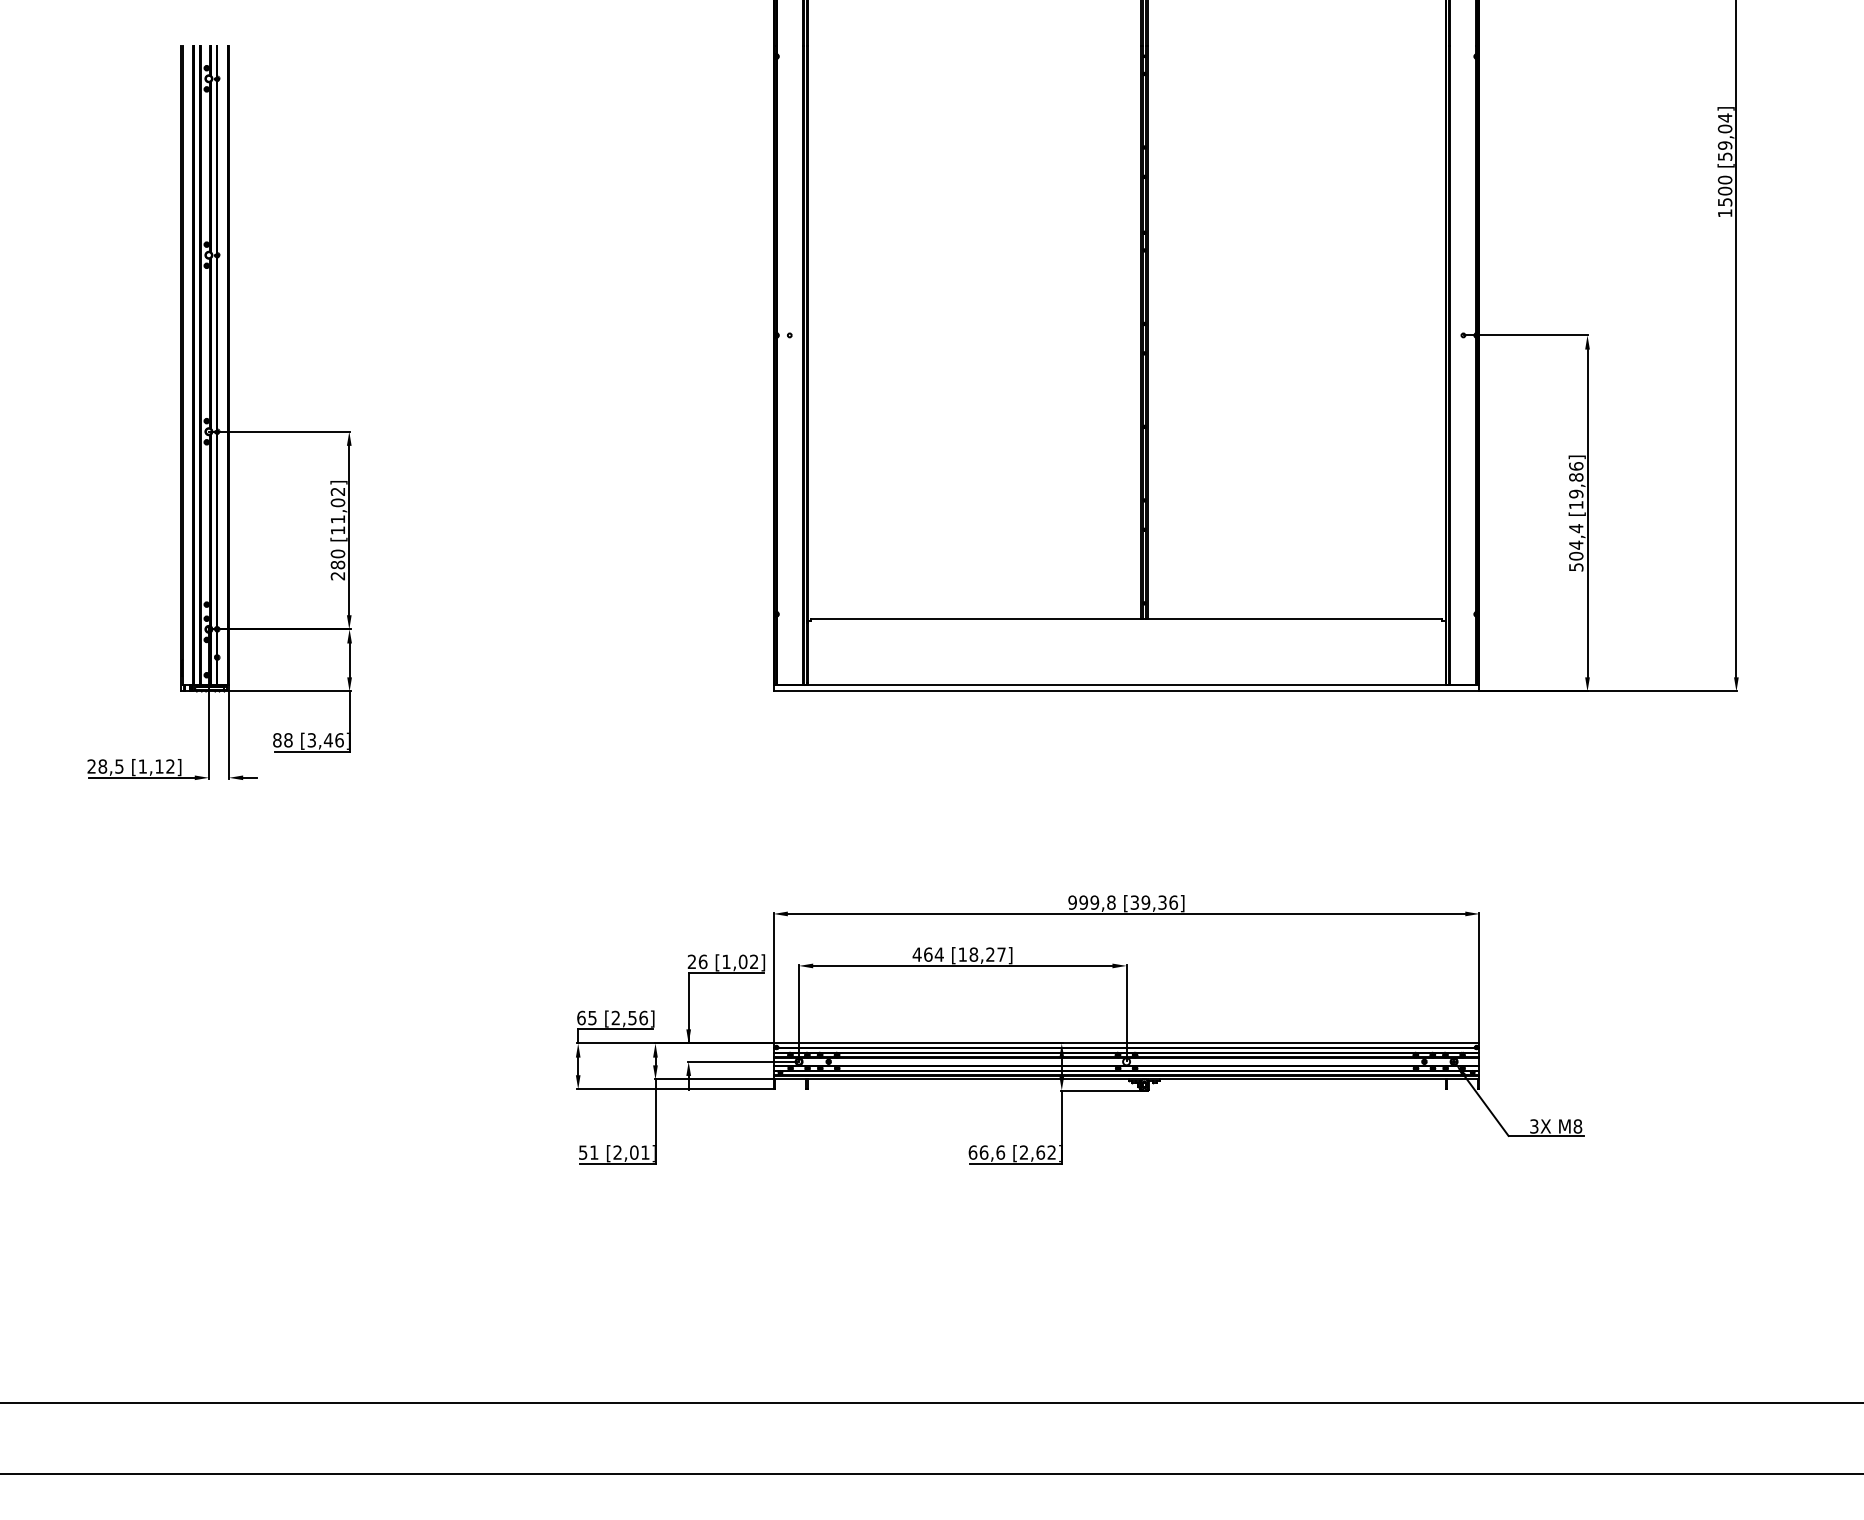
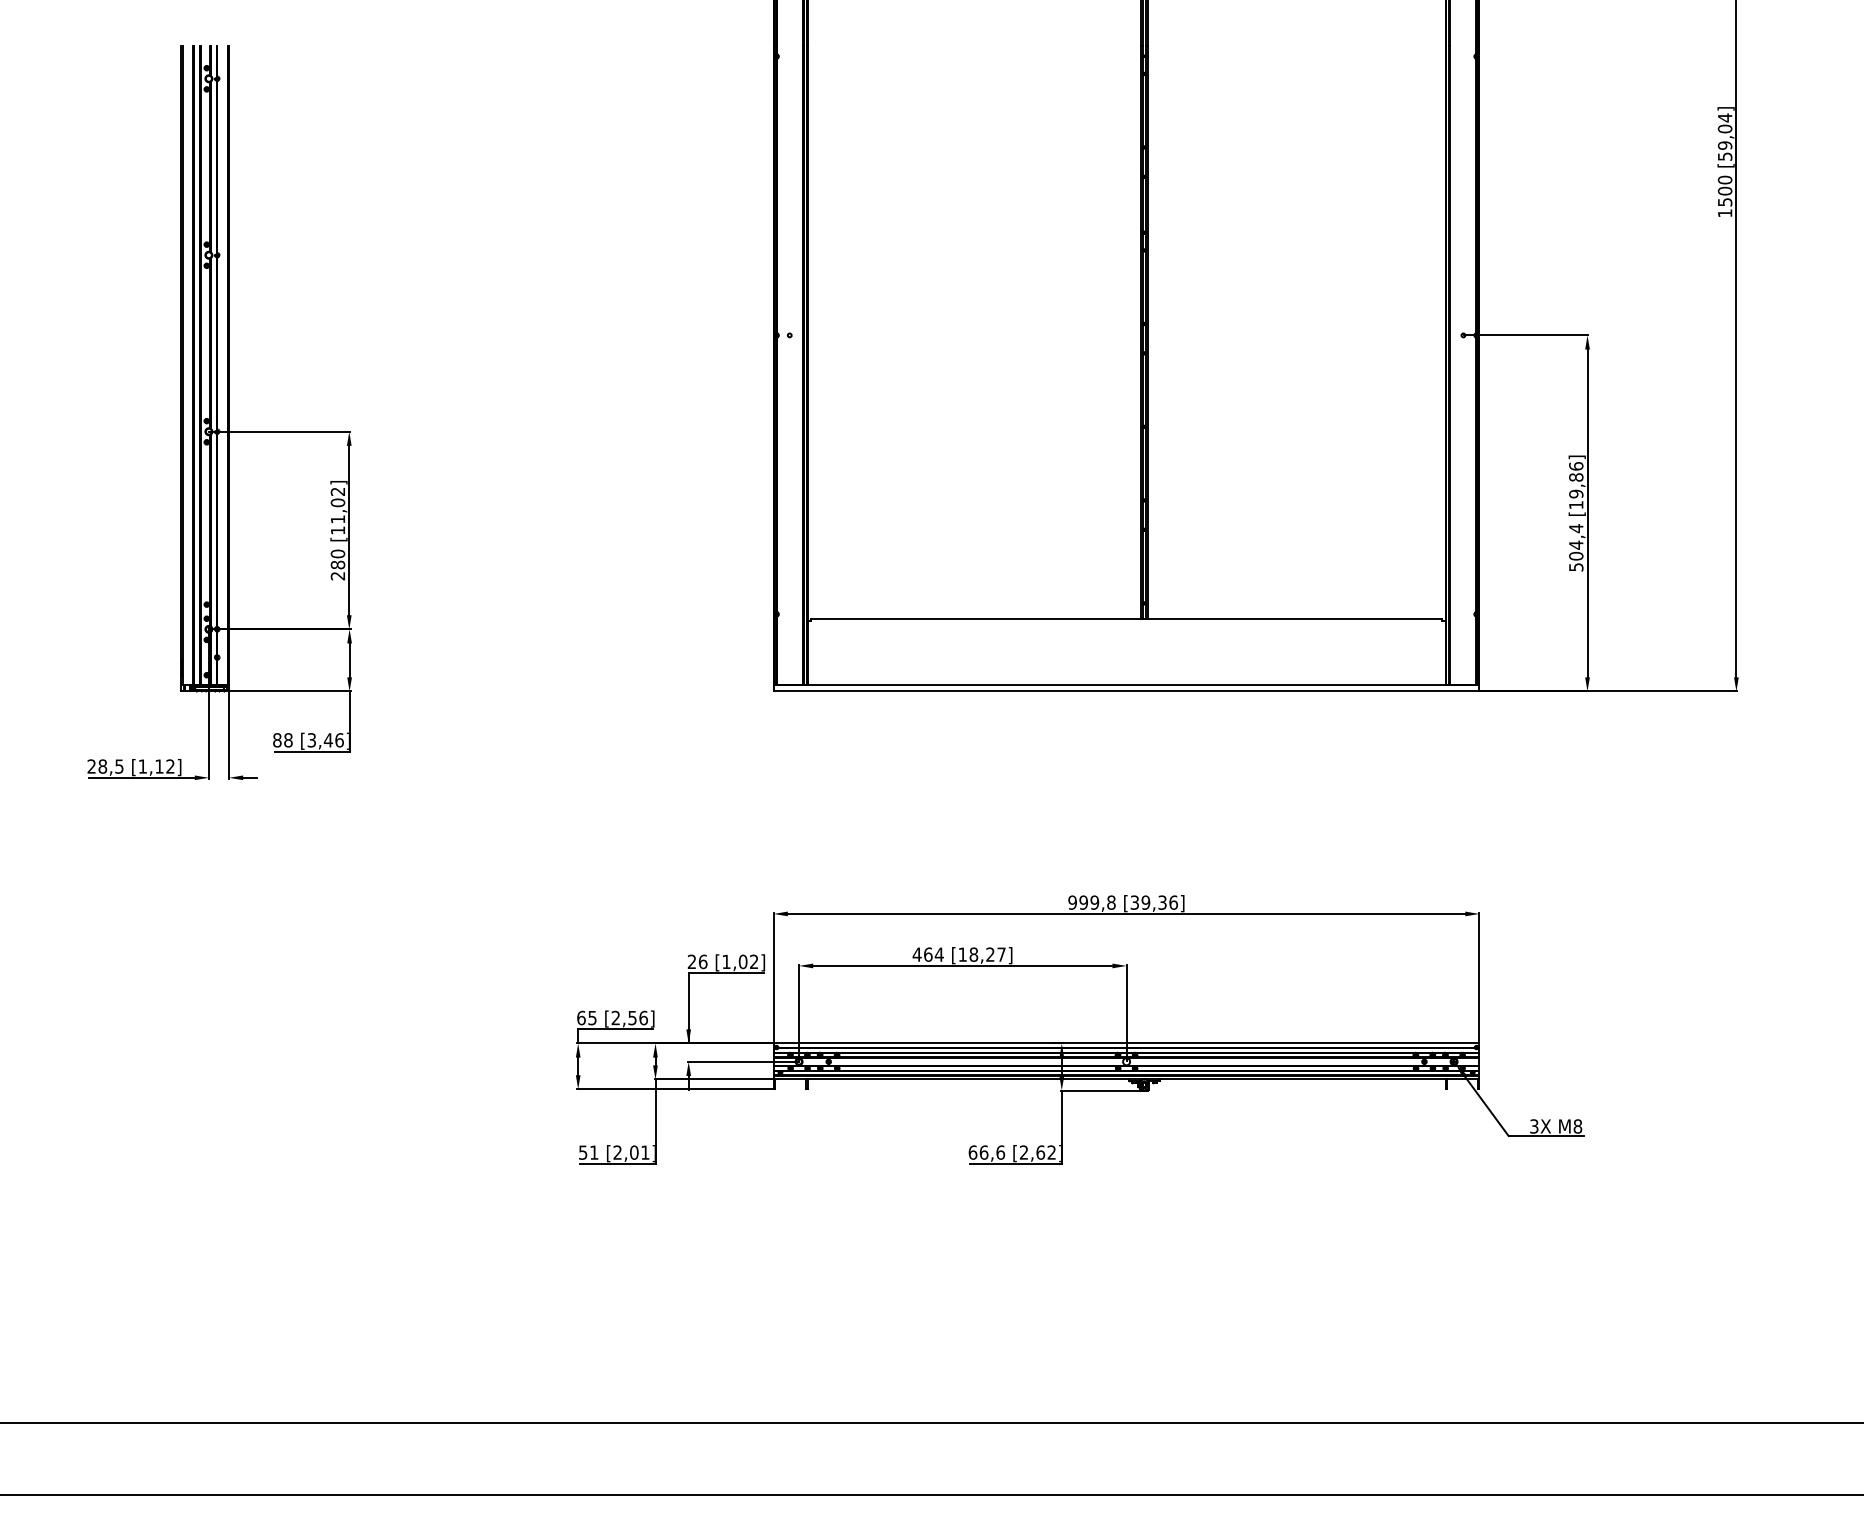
line at (931, 1402) position: (931, 1402) -> (931, 1422)
line at (931, 1474) position: (931, 1474) -> (931, 1495)
